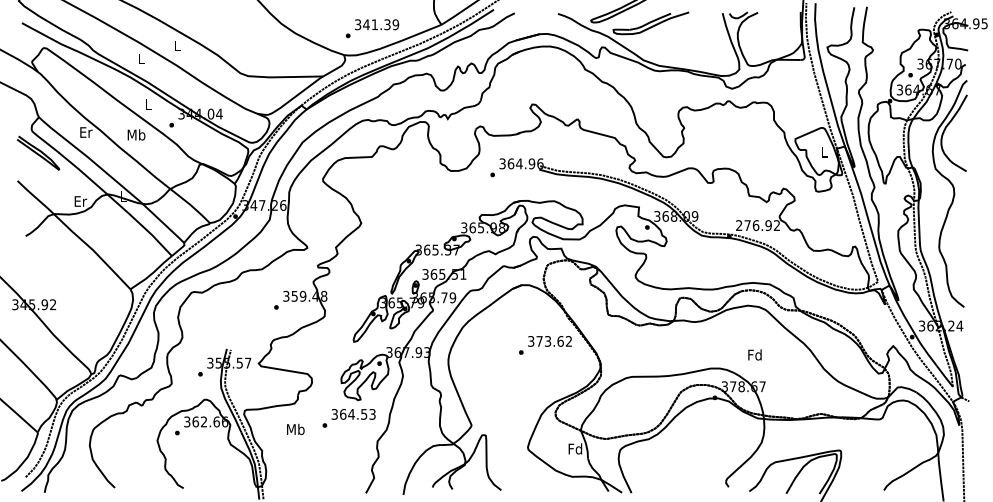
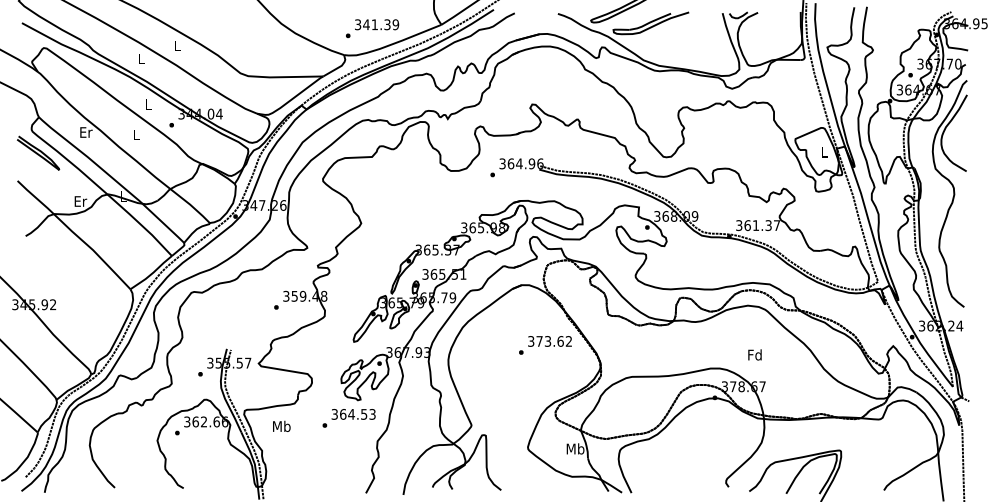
text at (136, 134): Mb -> L
text at (757, 225): 276.92 -> 361.37
text at (295, 428) position: (295, 428) -> (281, 425)
text at (575, 448): Fd -> Mb
